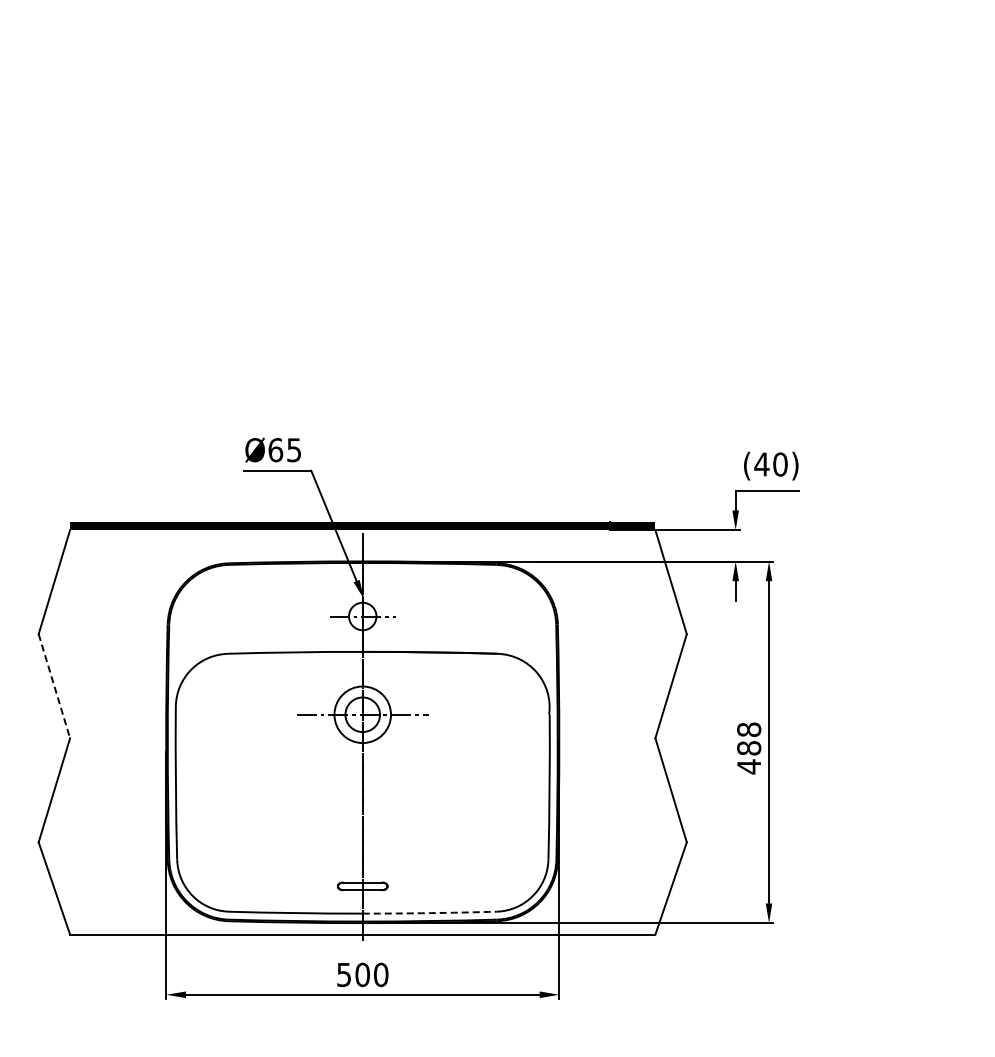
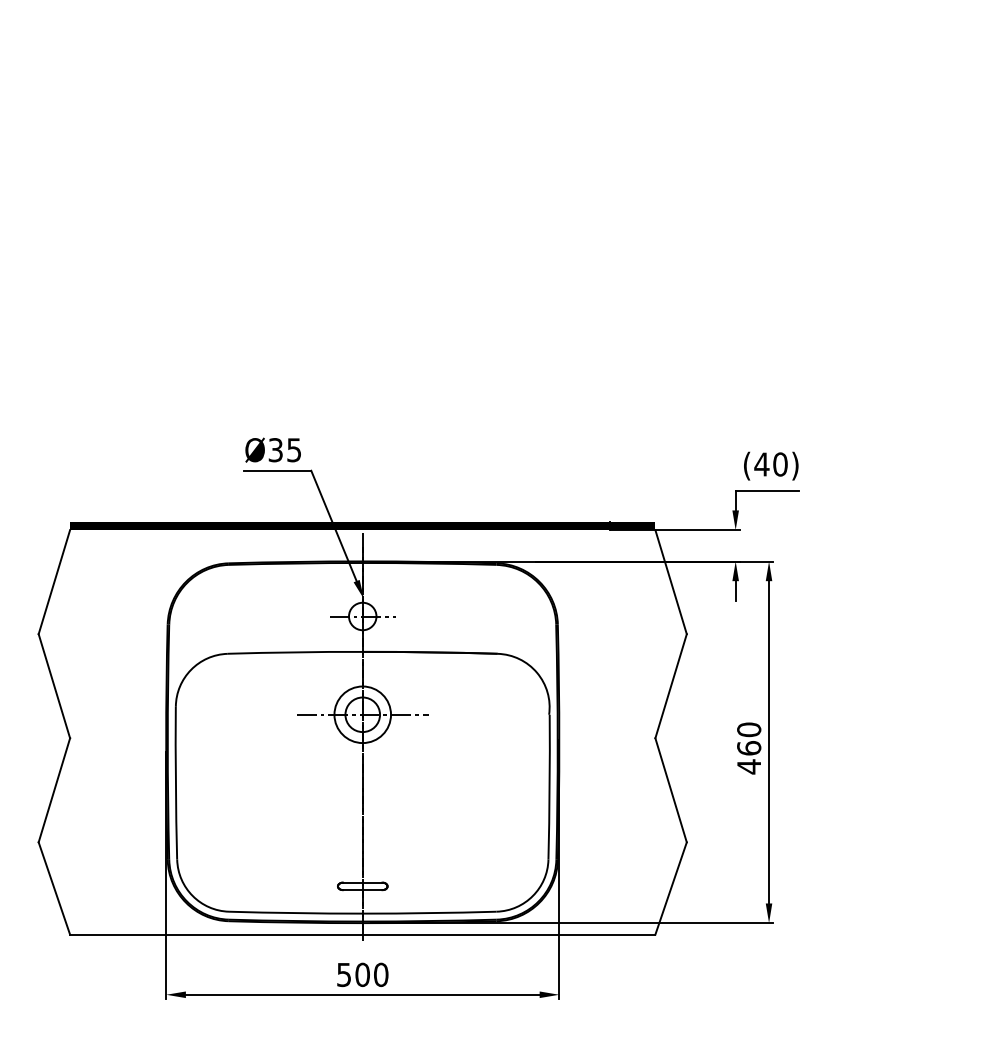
text at (275, 450): Ø65 -> Ø35
line at (54, 686): dashed -> solid
text at (749, 738): 488 -> 460
arc at (429, 913): dashed -> solid
